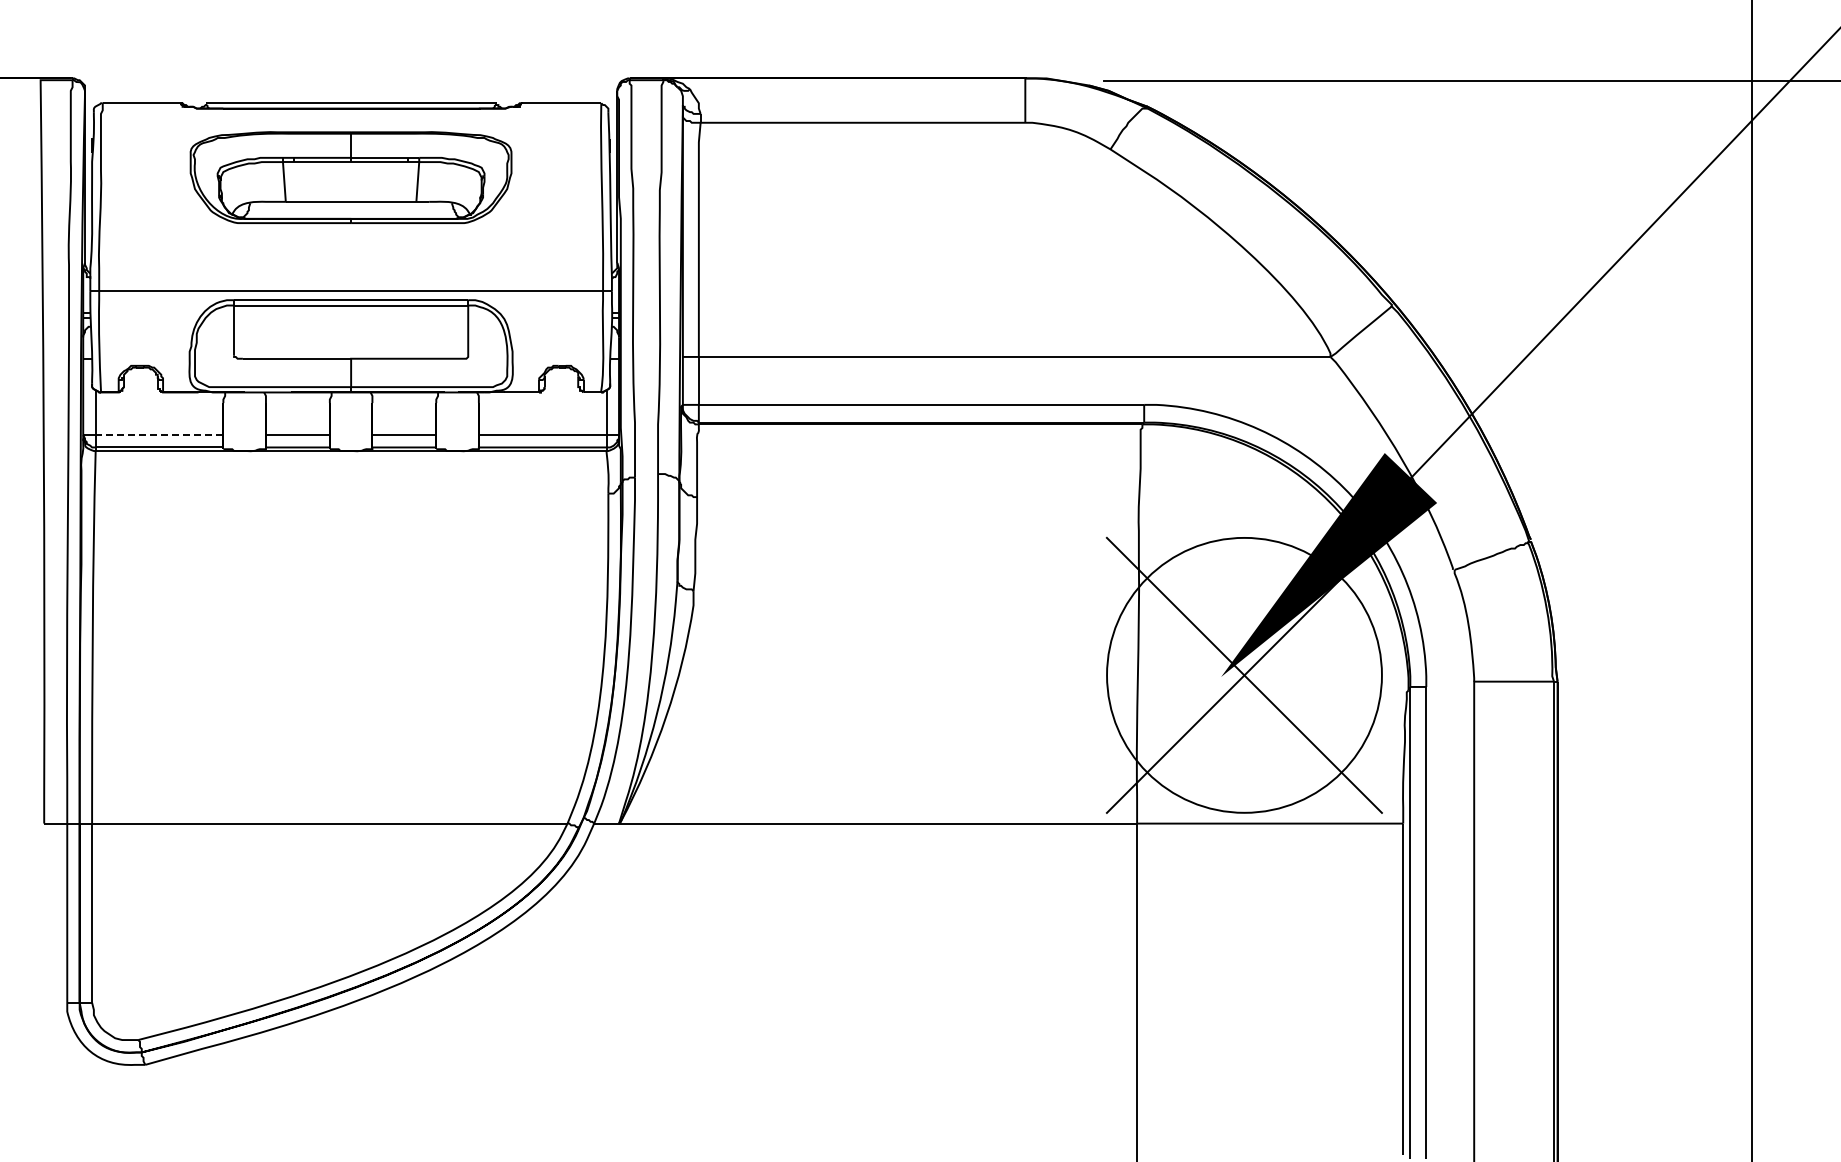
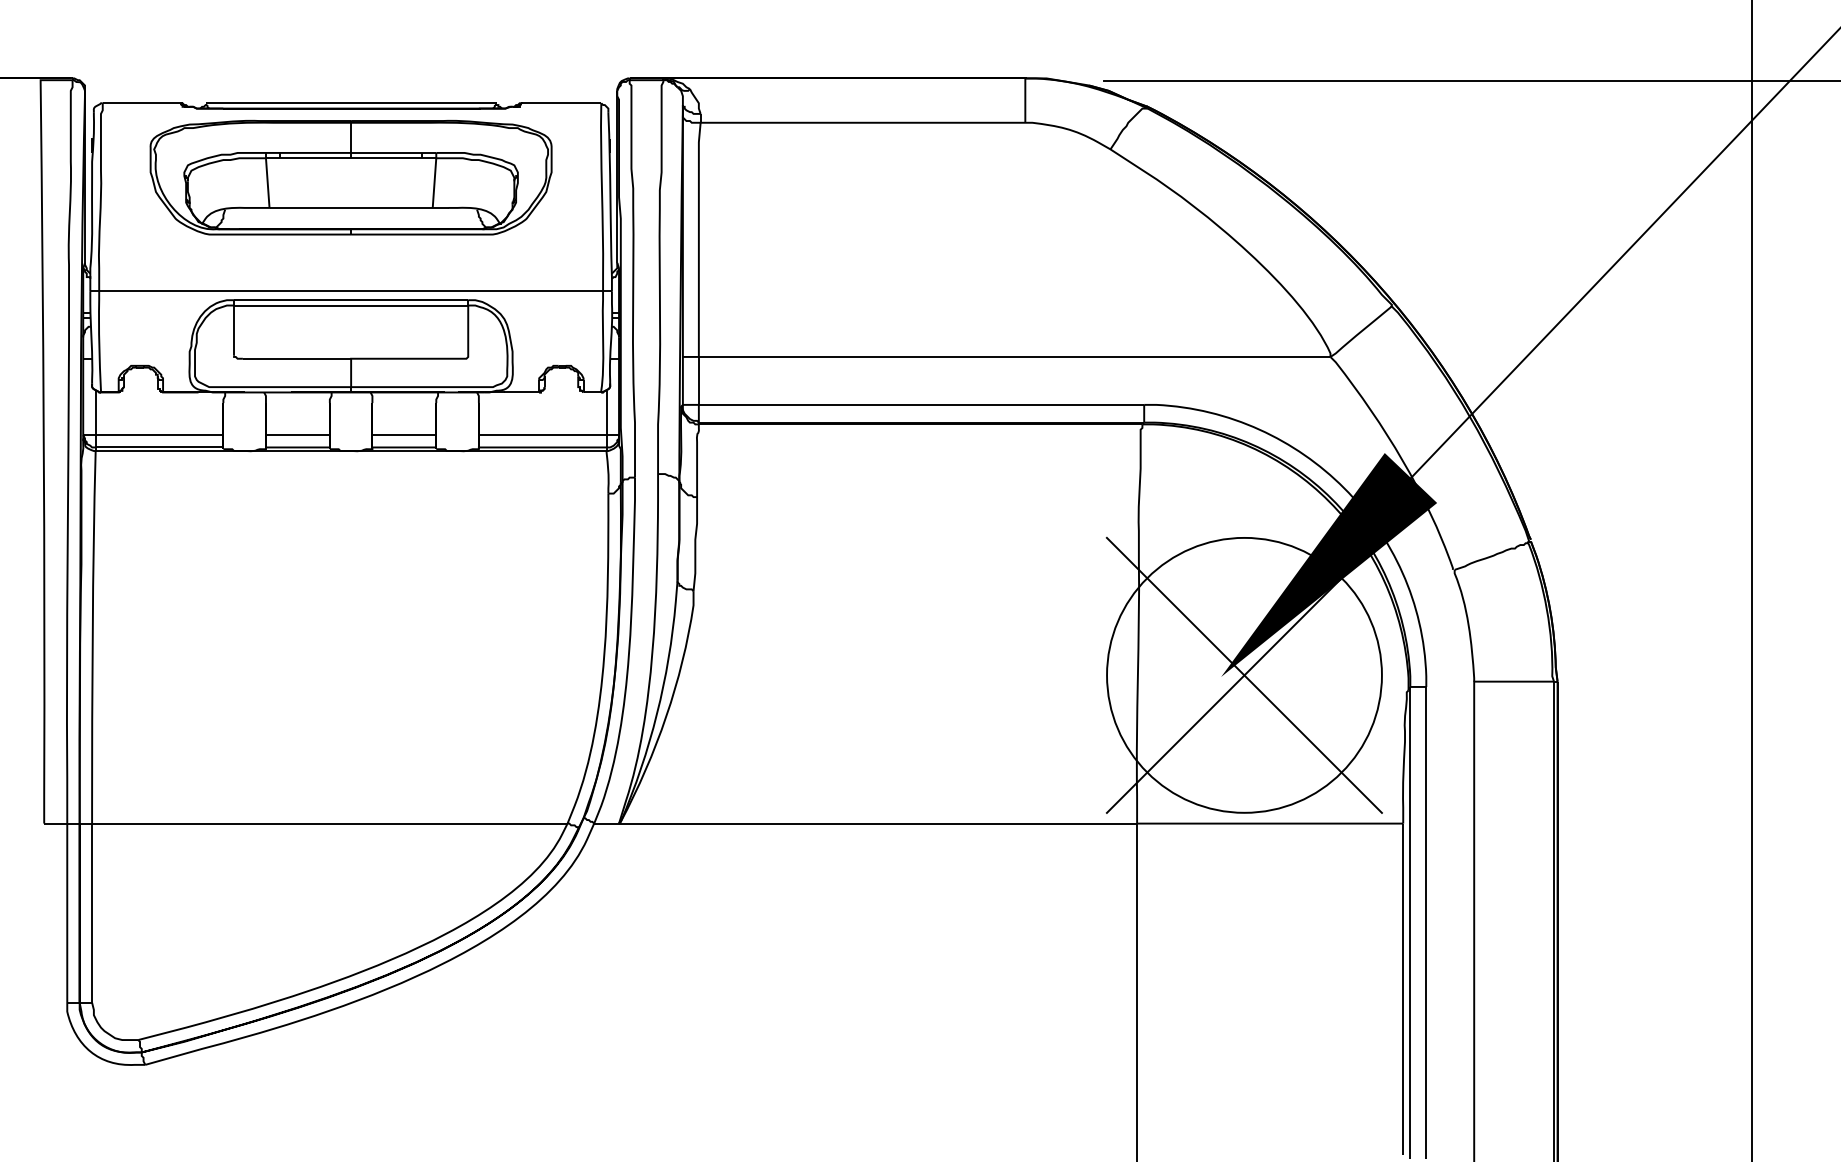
part at (350, 177) size: 324x93 px -> 404x117 px
line at (159, 435): dashed -> solid
